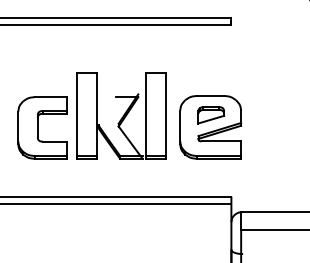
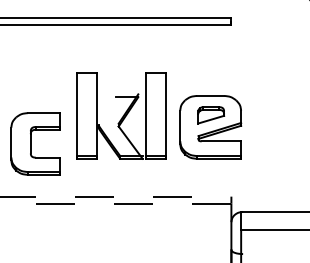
part at (42, 127) position: (42, 127) -> (35, 143)
line at (116, 196): solid -> dashed
line at (115, 203): solid -> dashed
